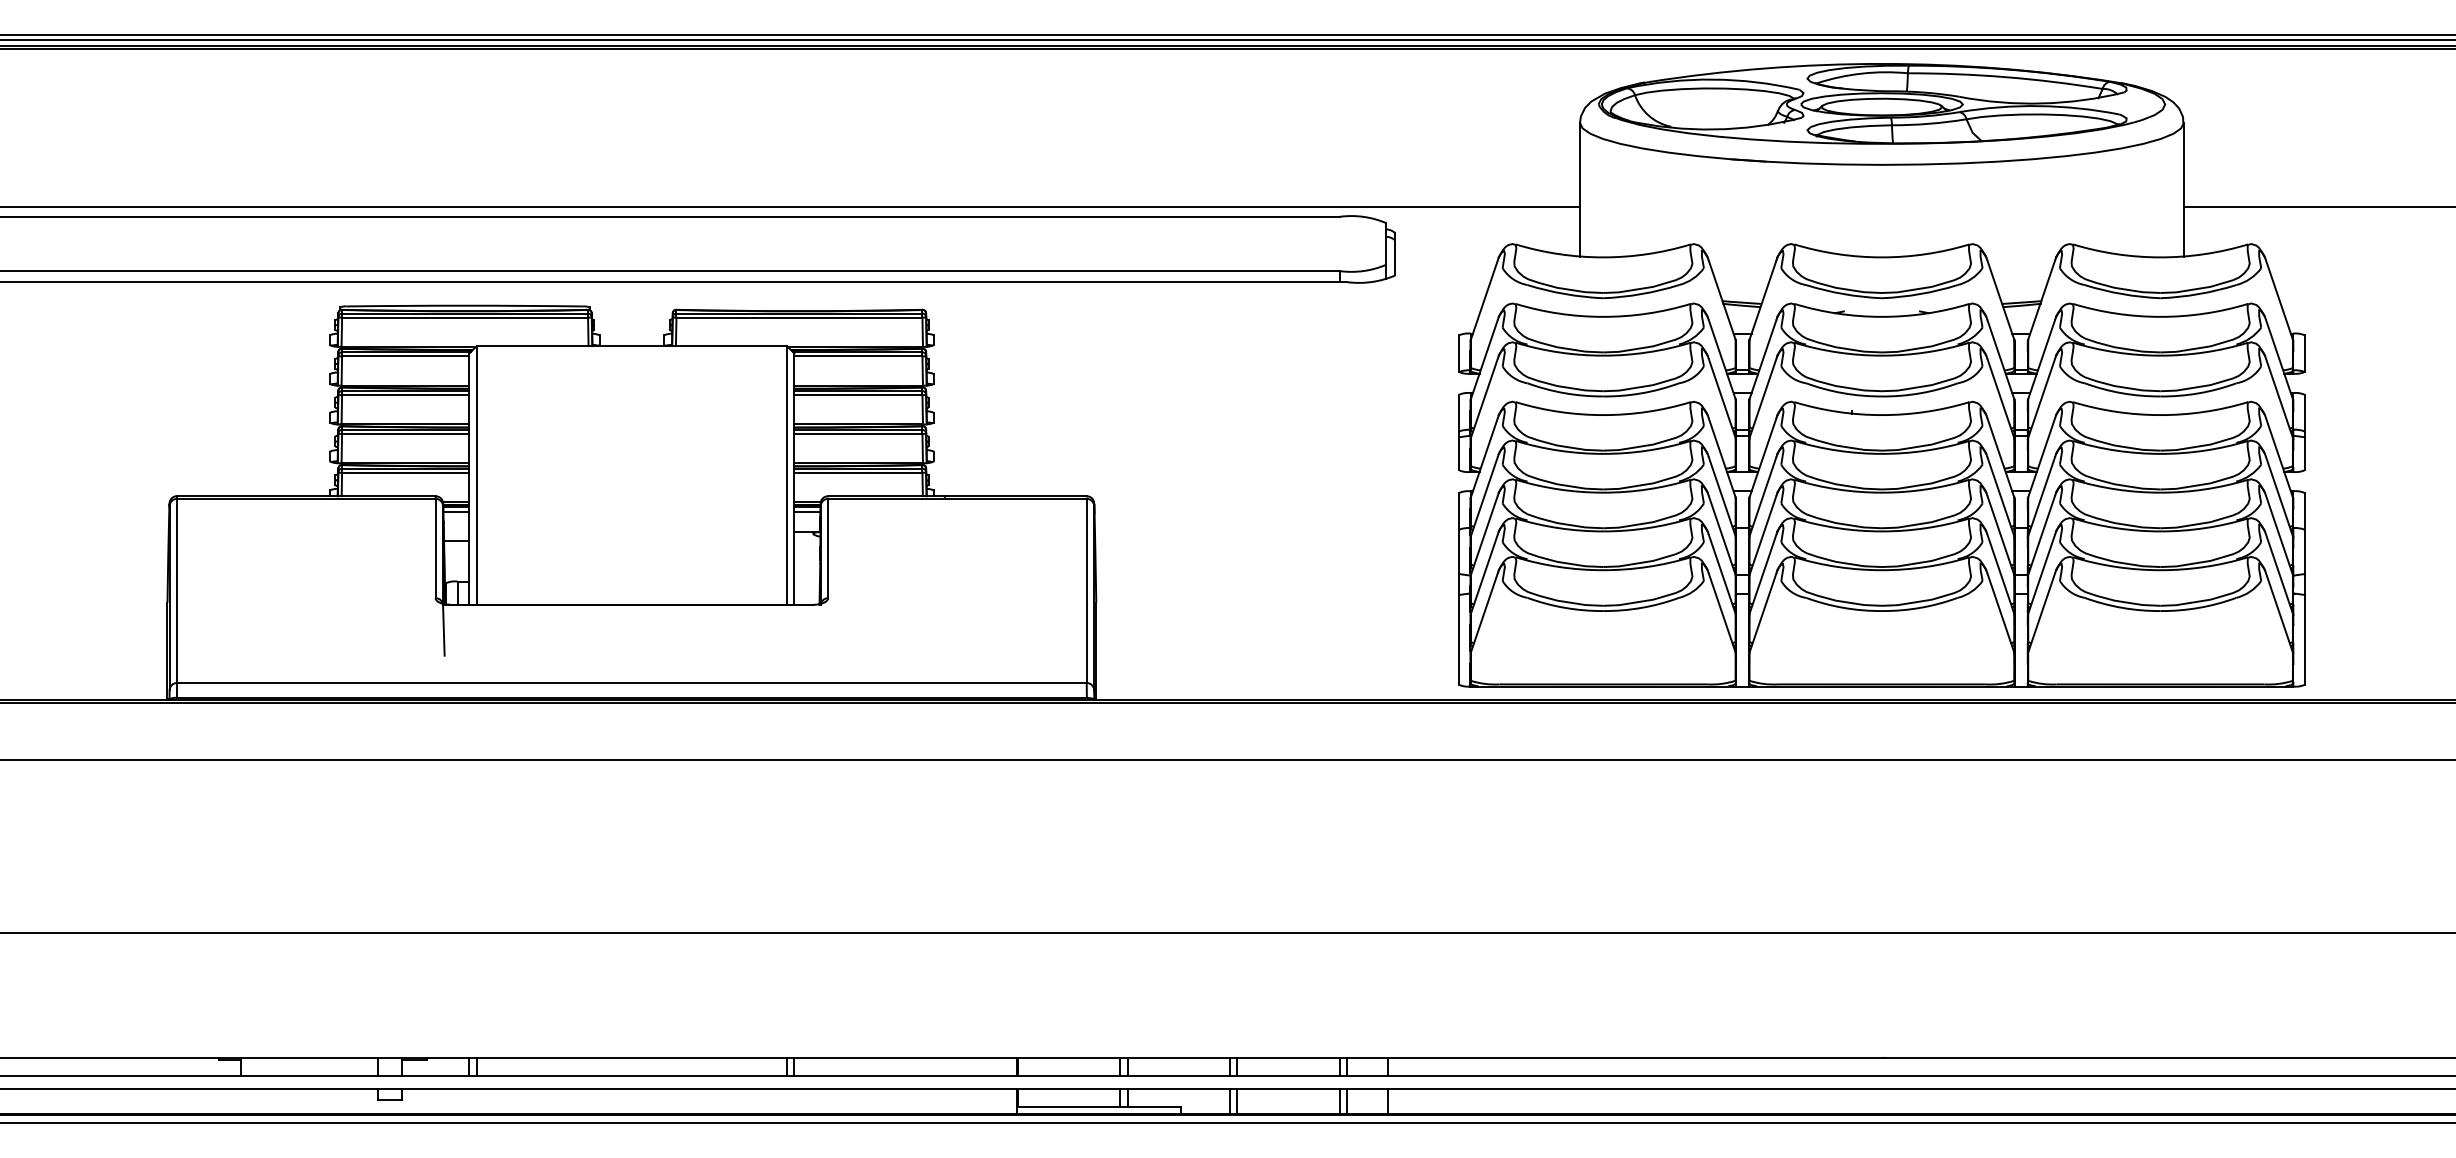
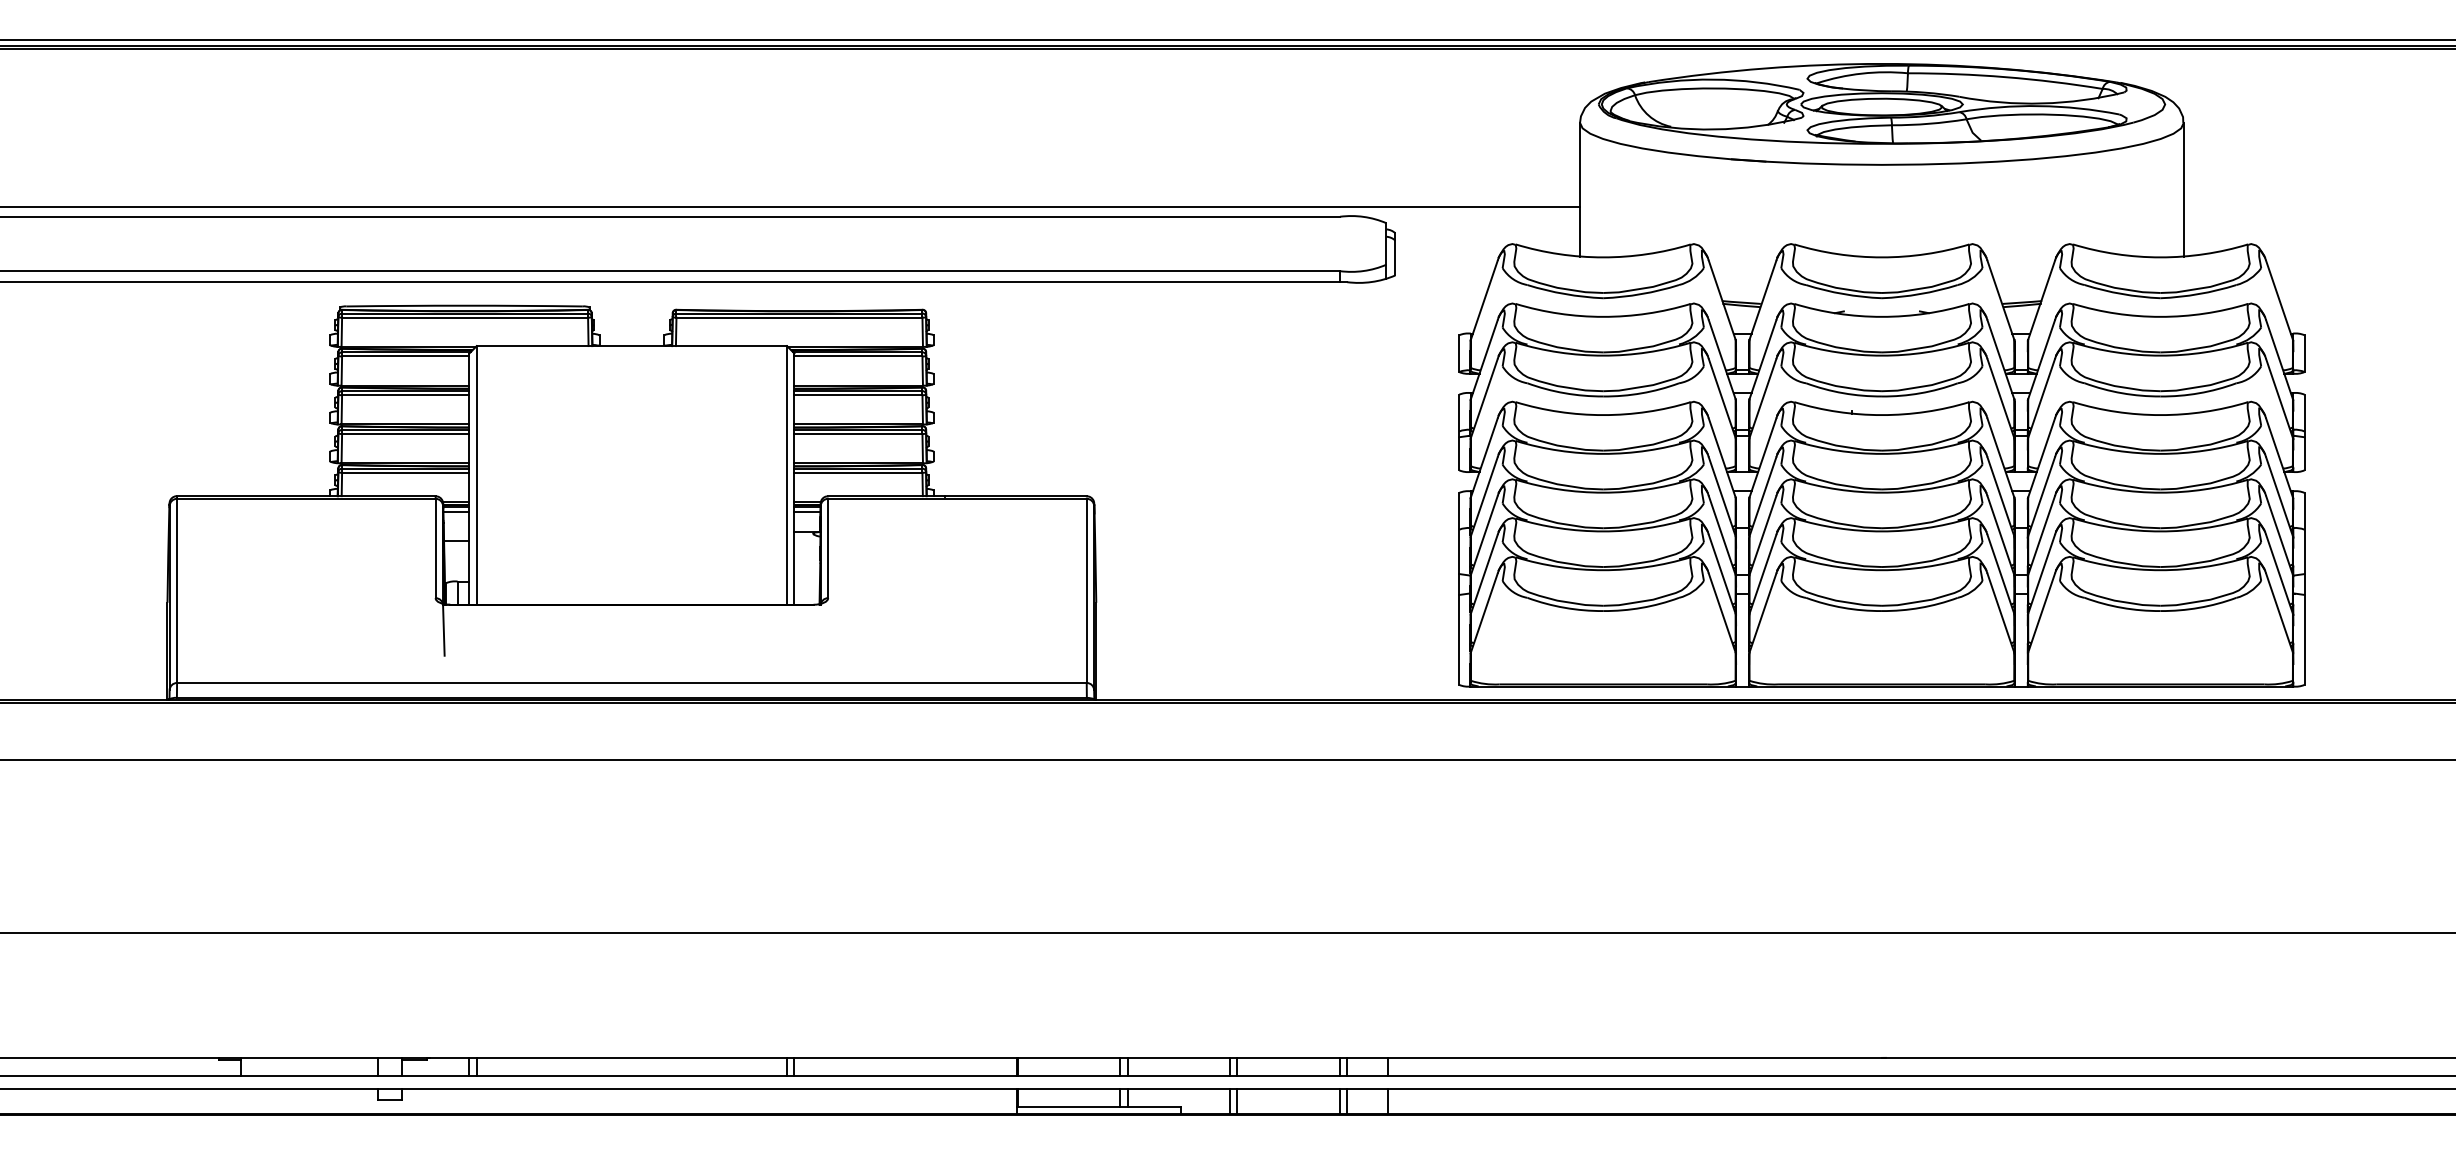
line at (1227, 34): present -> none
line at (2317, 206): present -> none
line at (1227, 1123): present -> none
